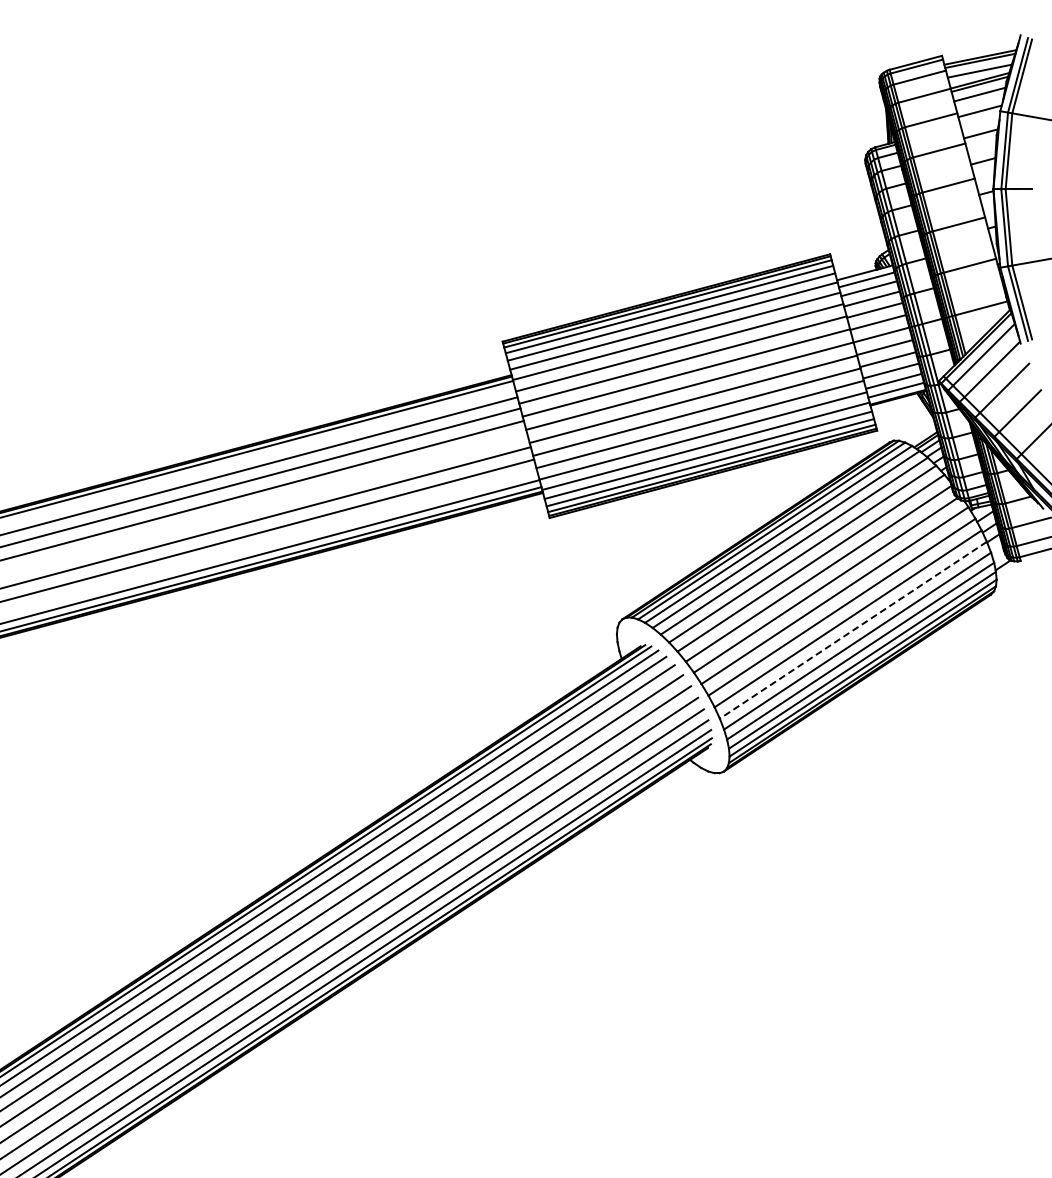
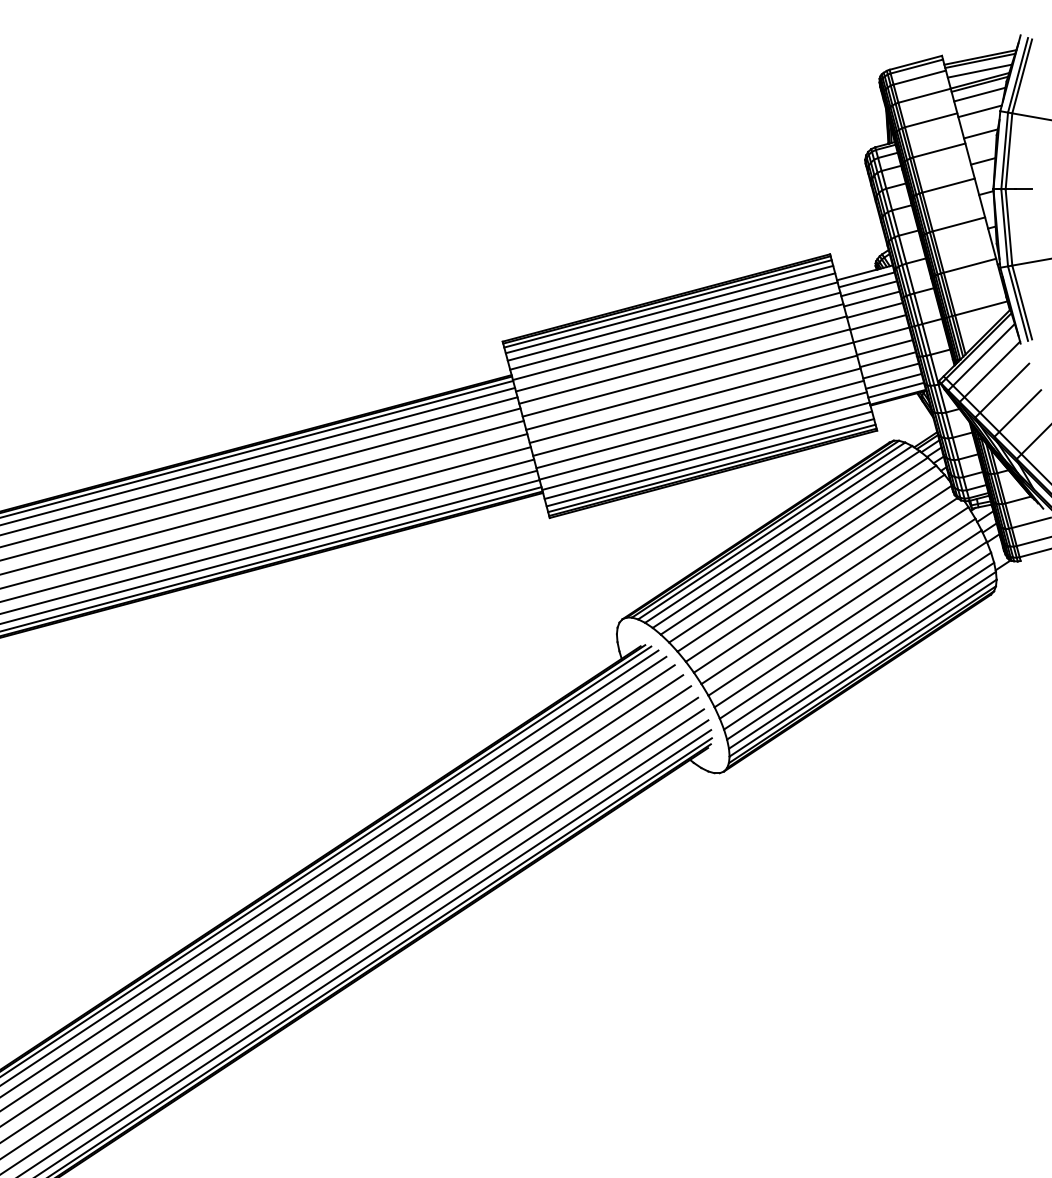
line at (258, 455): none -> present
line at (264, 504): none -> present
line at (269, 541): none -> present
line at (852, 630): dashed -> solid
